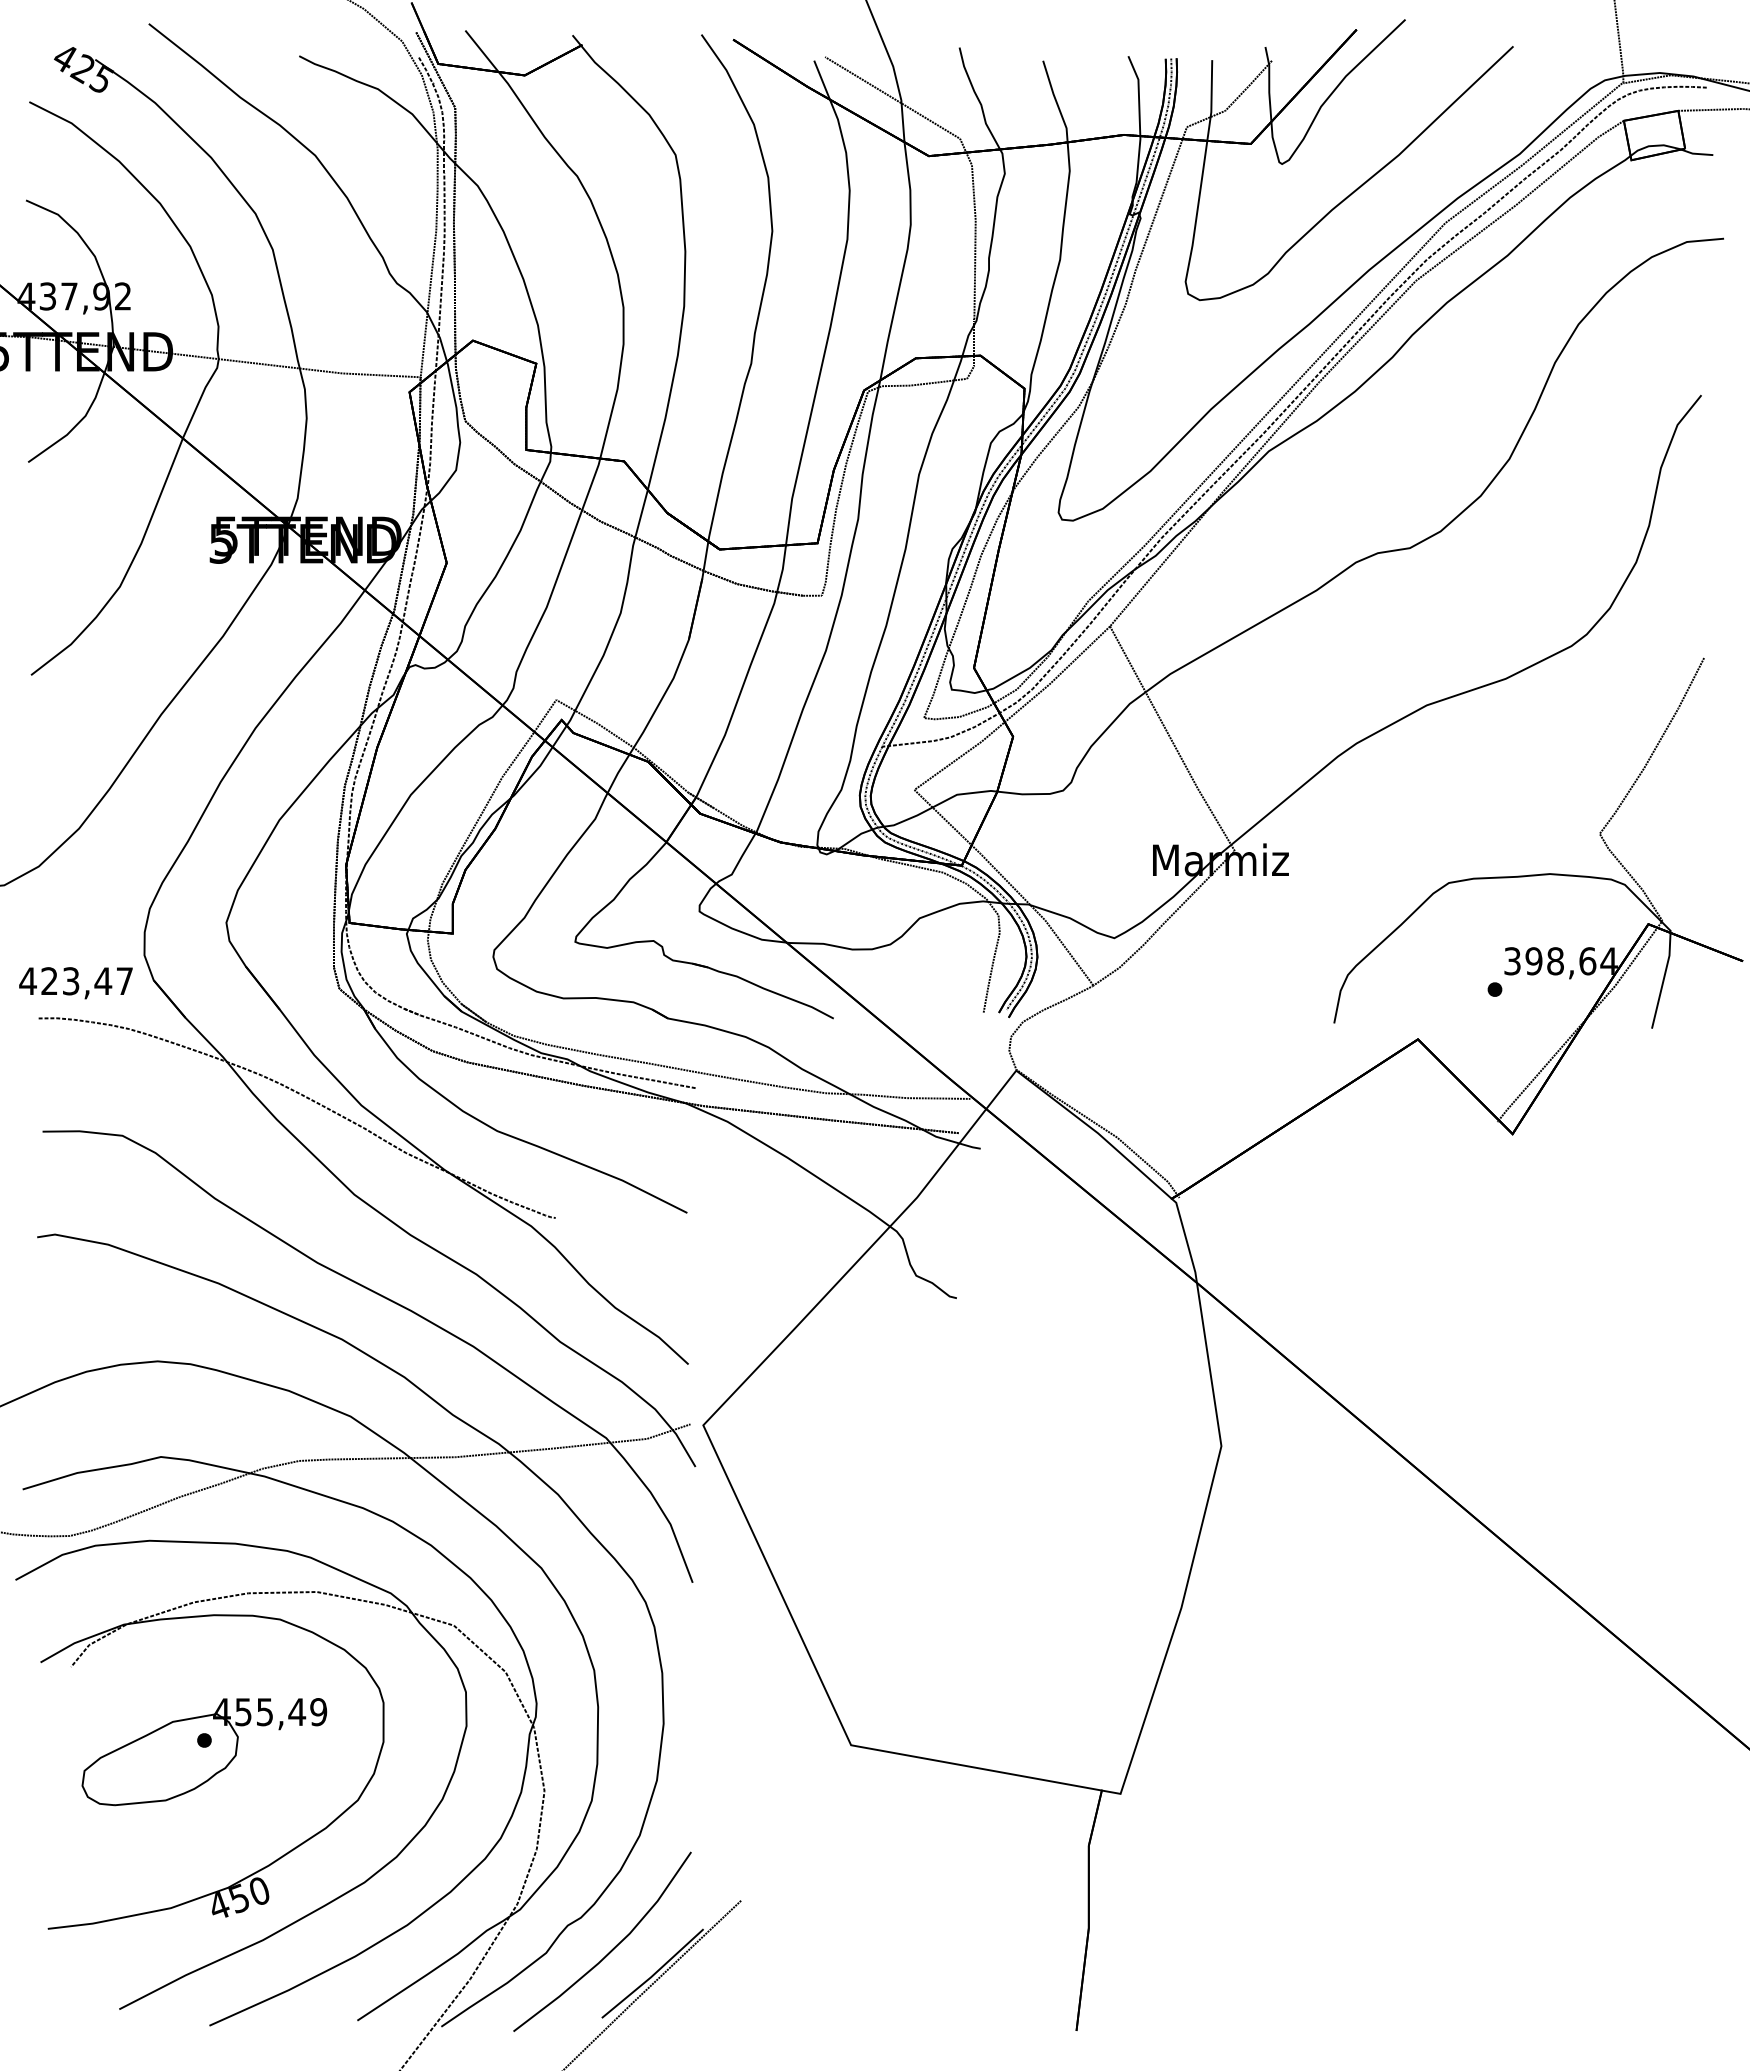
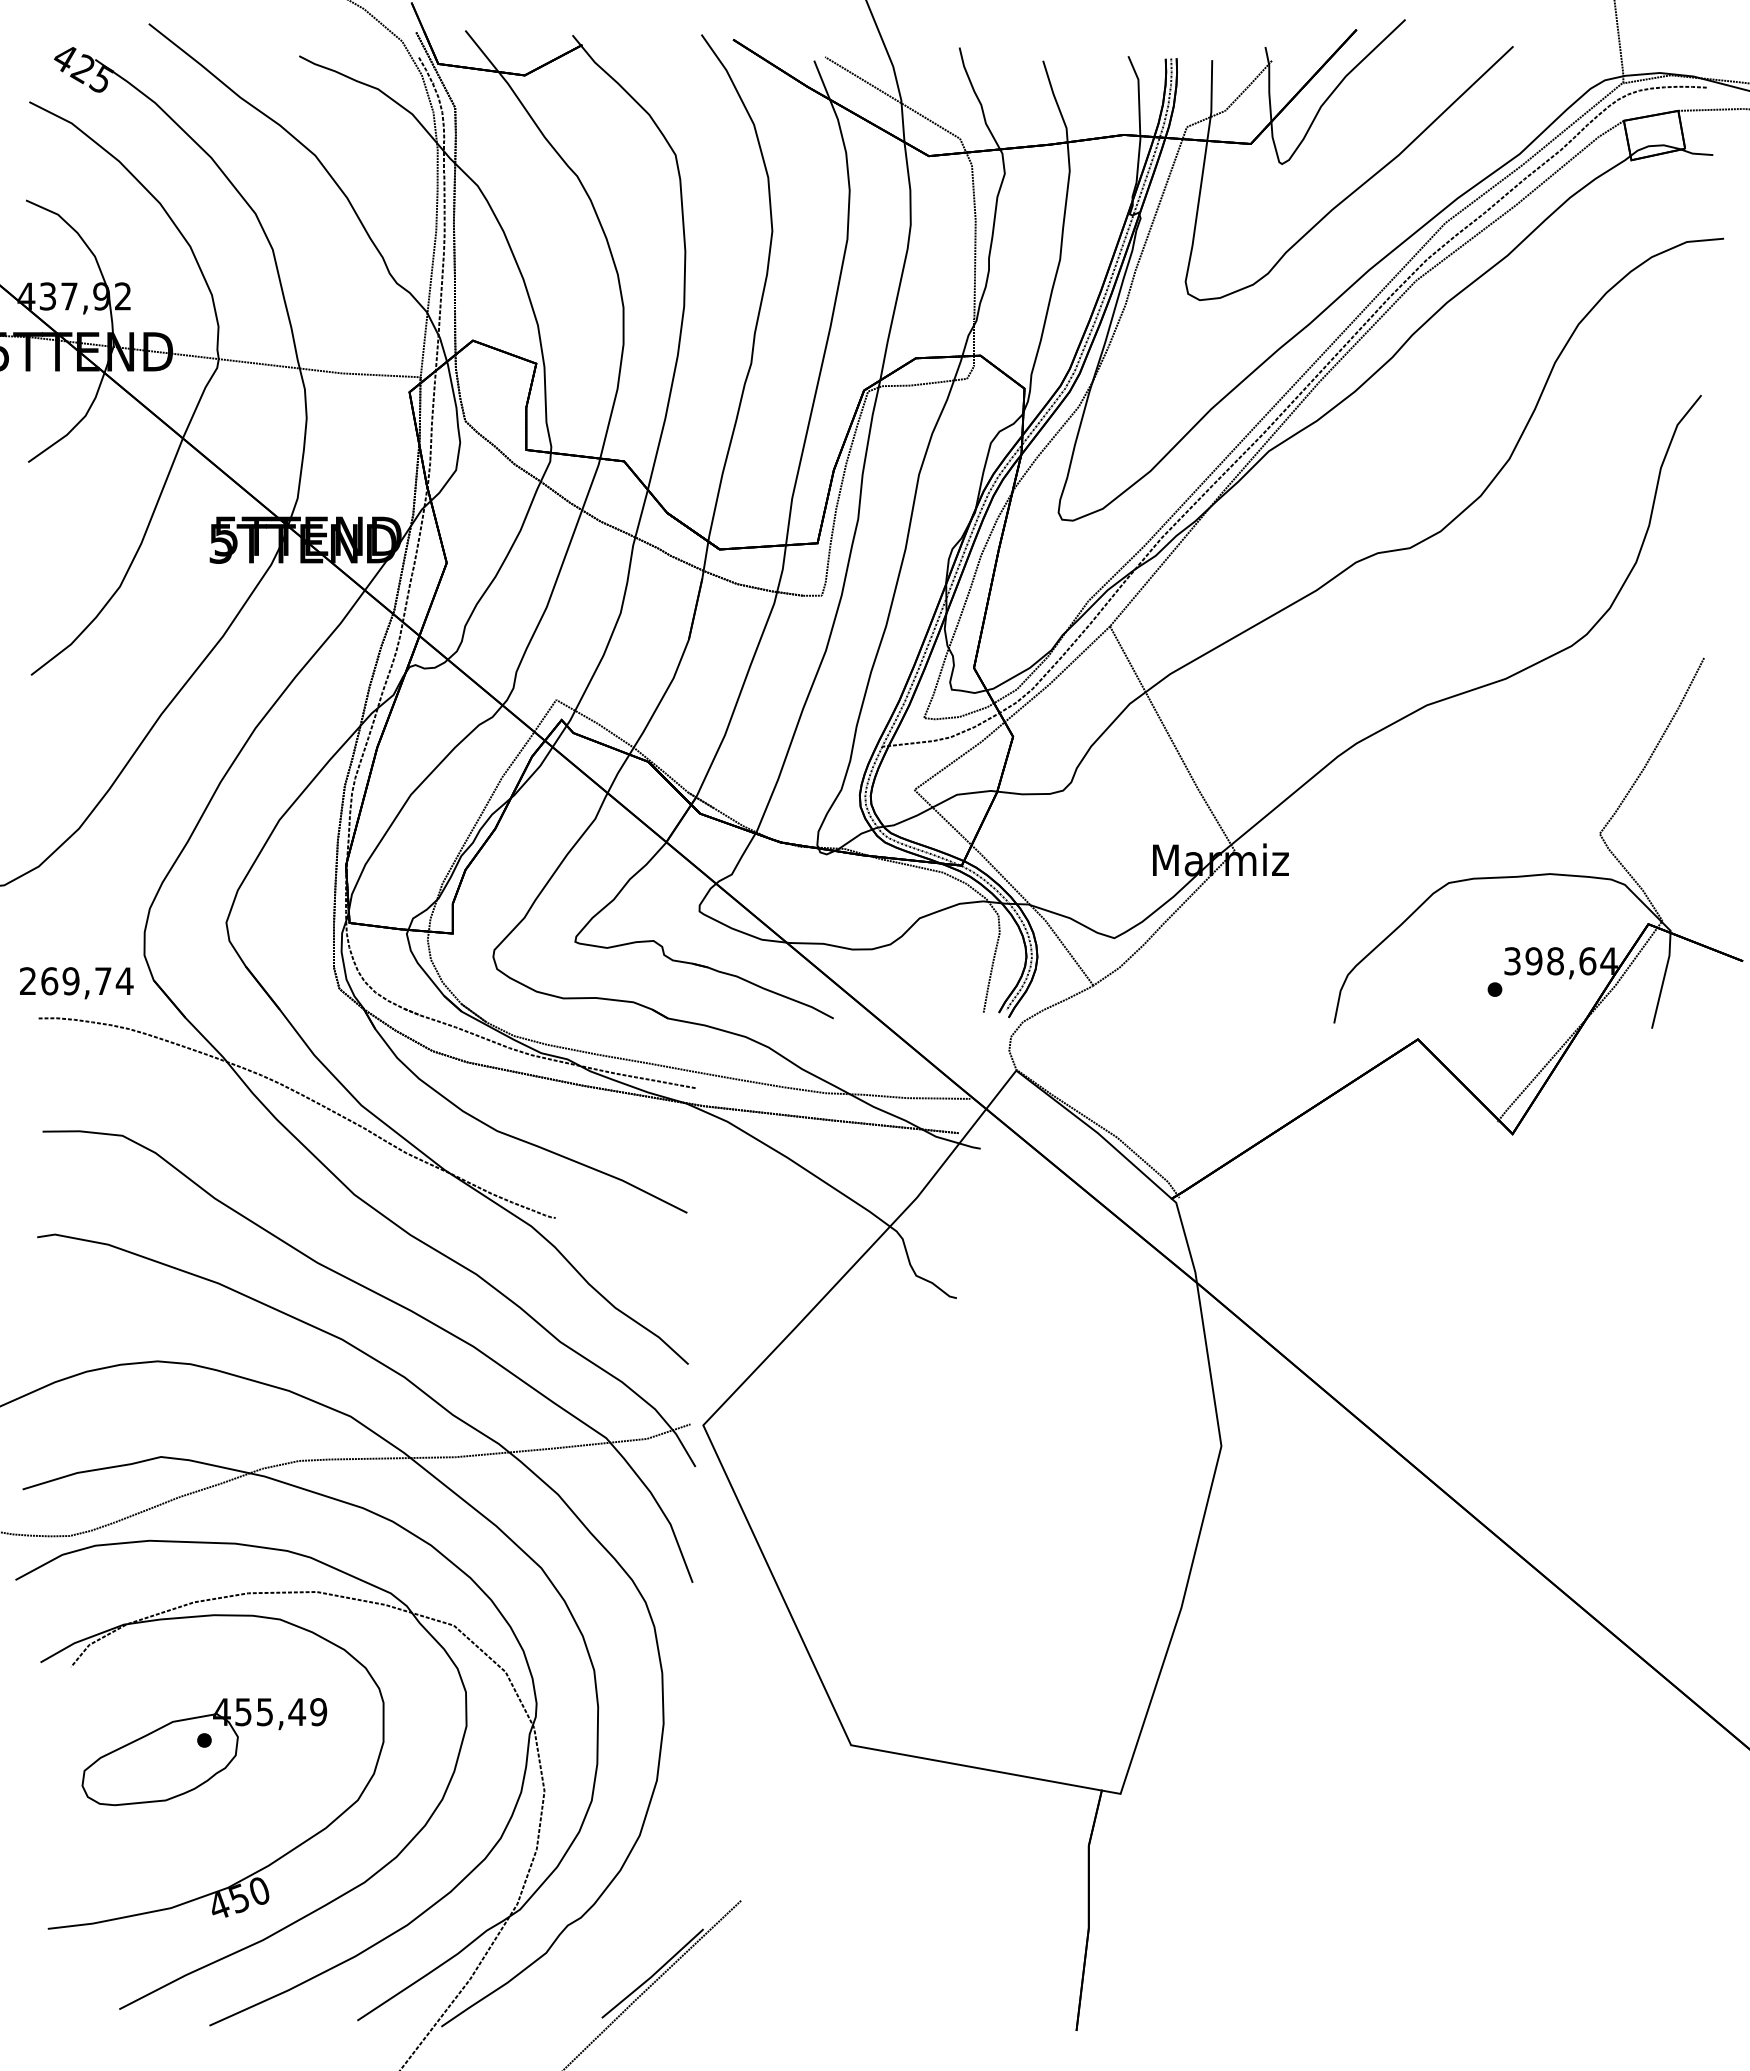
text at (76, 981): 423,47 -> 269,74
curve at (611, 1949): present -> none
